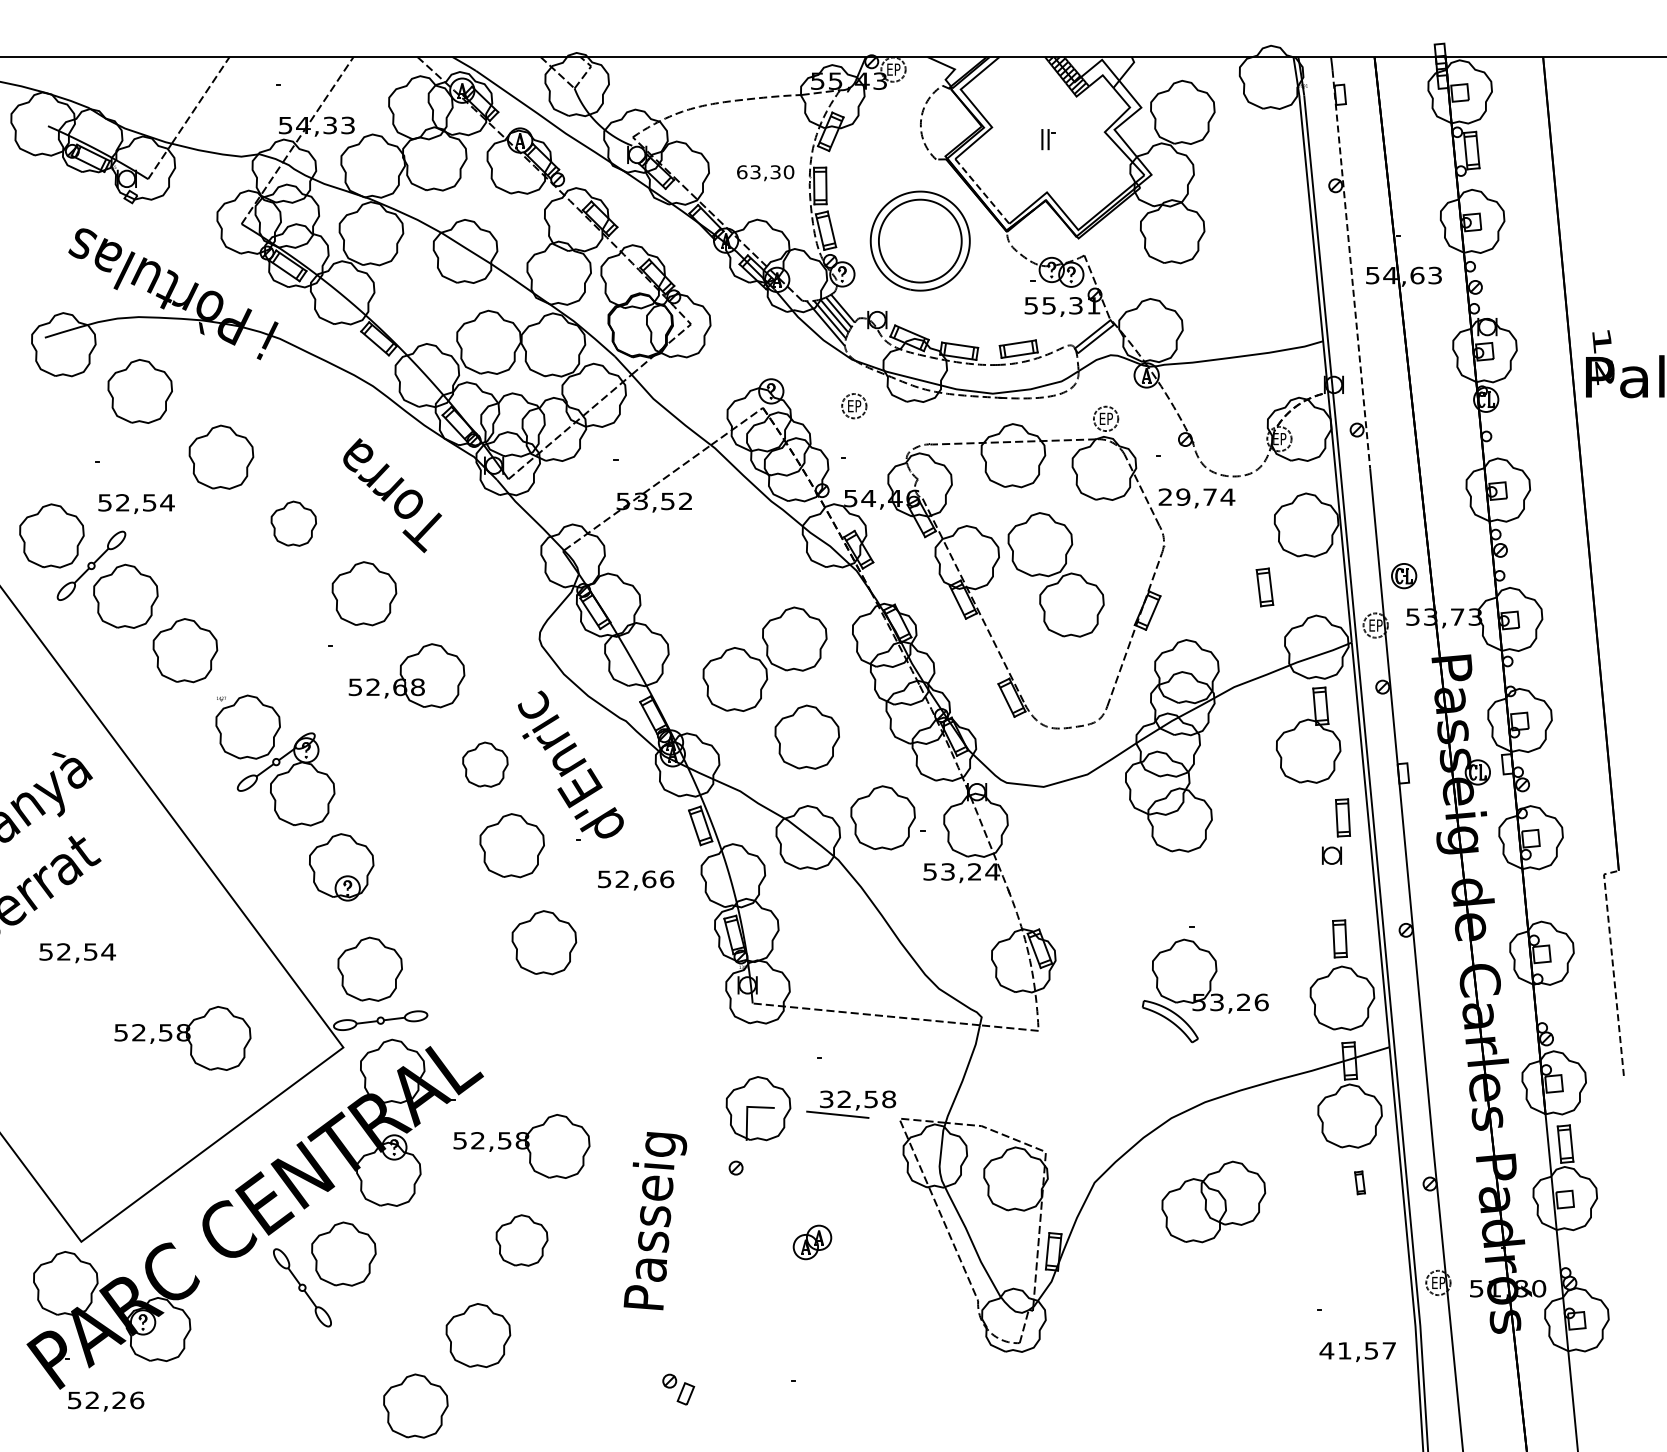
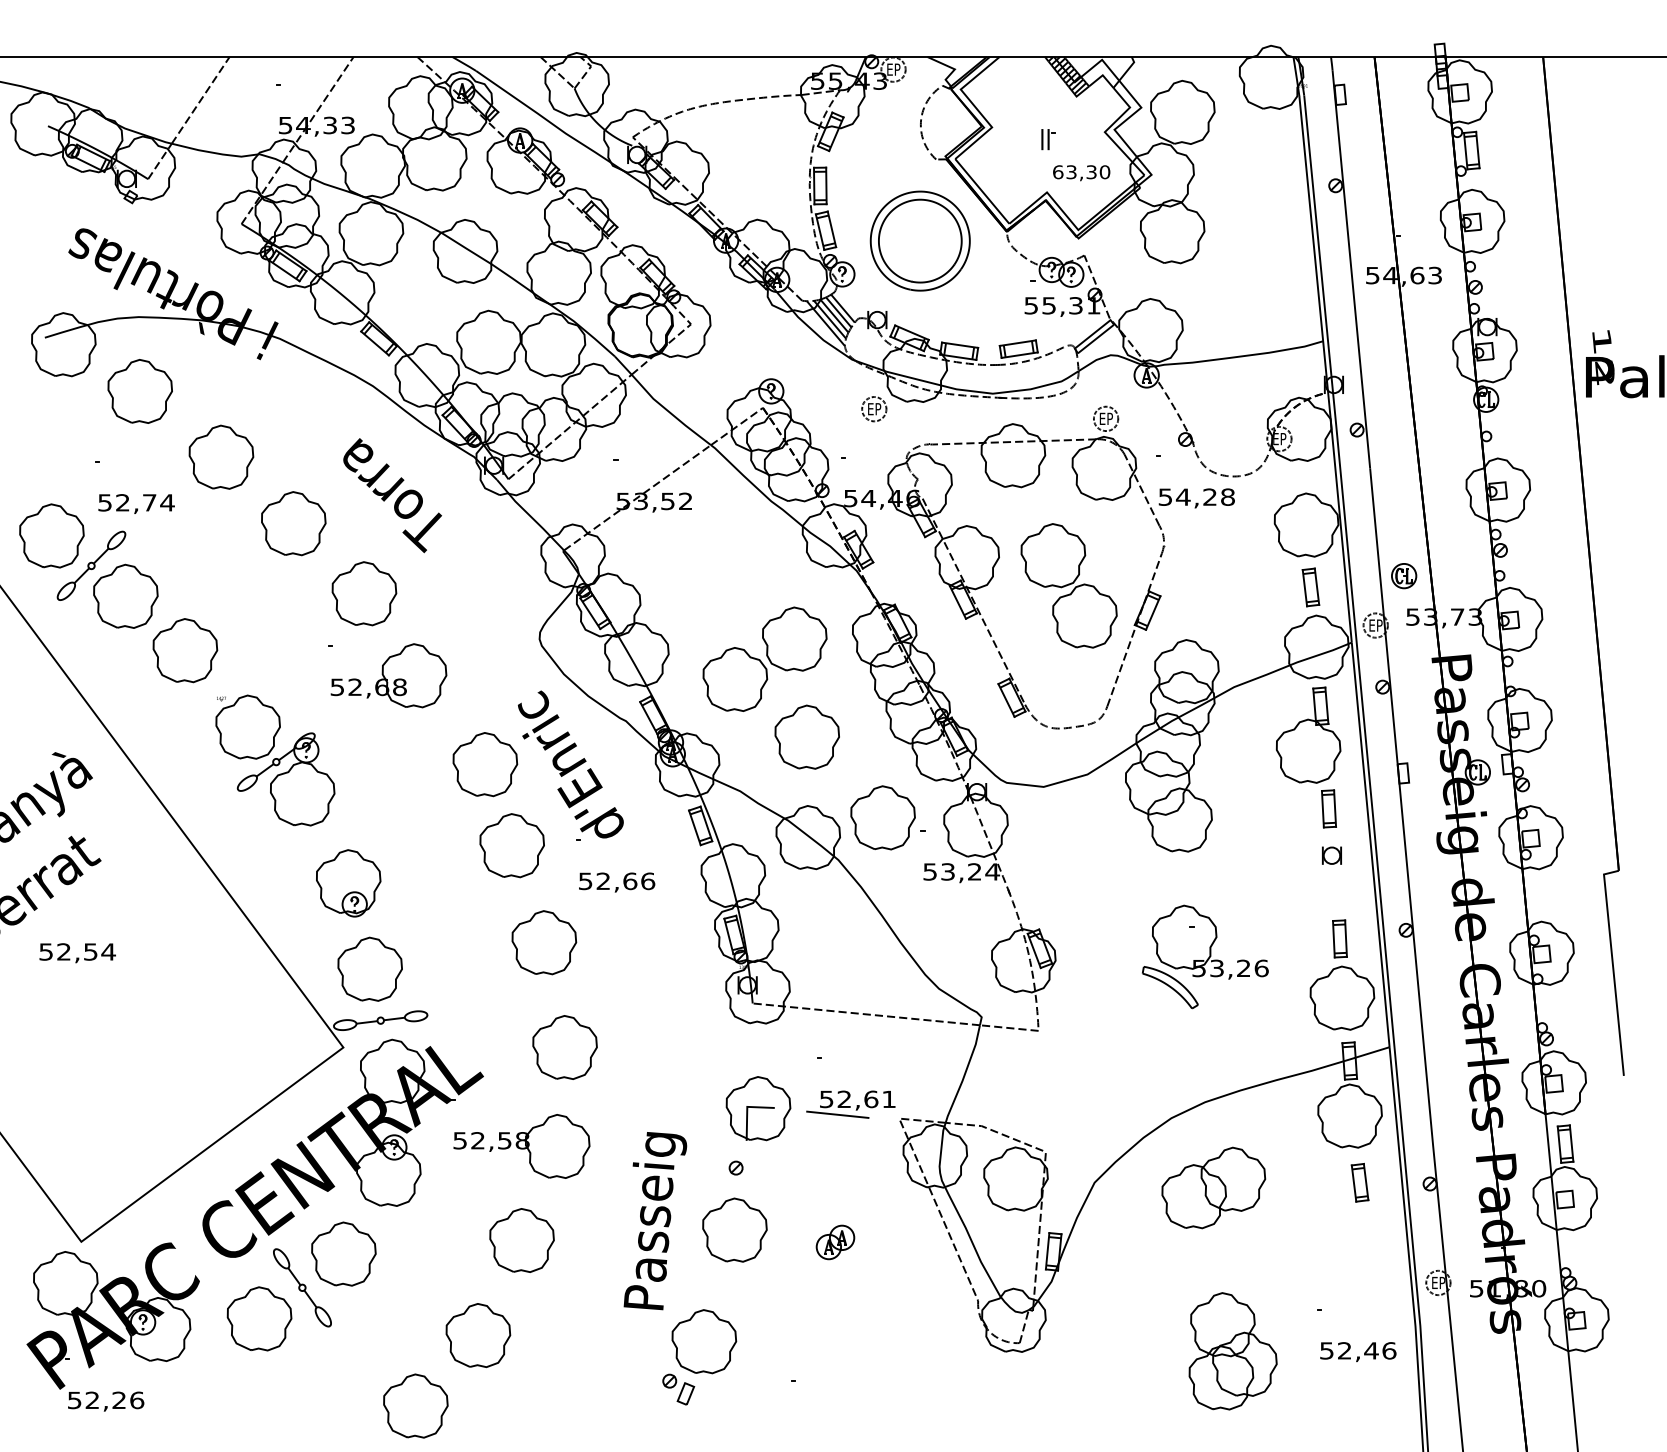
text at (765, 173) position: (765, 173) -> (1081, 173)
line at (982, 191): dashed -> solid
line at (1351, 269): dashed -> solid
part at (854, 406) position: (854, 406) -> (874, 409)
text at (1196, 496): 29,74 -> 54,28
text at (149, 502): 52,54 -> 52,74
part at (293, 523) size: 47x47 px -> 66x66 px
part at (1055, 574) position: (1055, 574) -> (1068, 585)
part at (1264, 587) position: (1264, 587) -> (1310, 587)
part at (406, 675) position: (406, 675) -> (388, 675)
part at (485, 764) size: 47x47 px -> 67x66 px
part at (1342, 817) position: (1342, 817) -> (1328, 808)
part at (341, 867) position: (341, 867) -> (348, 883)
text at (636, 880) position: (636, 880) -> (617, 882)
line at (1613, 966): dashed -> solid
part at (1205, 990) position: (1205, 990) -> (1205, 956)
part at (182, 1038): present -> none
part at (564, 1047): none -> present
text at (858, 1099): 32,58 -> 52,61
part at (1359, 1182) size: 12x26 px -> 20x40 px
part at (1213, 1201) position: (1213, 1201) -> (1213, 1187)
part at (734, 1229): none -> present
part at (521, 1240) size: 54x53 px -> 66x65 px
part at (812, 1242) position: (812, 1242) -> (835, 1242)
part at (259, 1318): none -> present
part at (704, 1341): none -> present
text at (1357, 1350): 41,57 -> 52,46
part at (1232, 1351): none -> present
